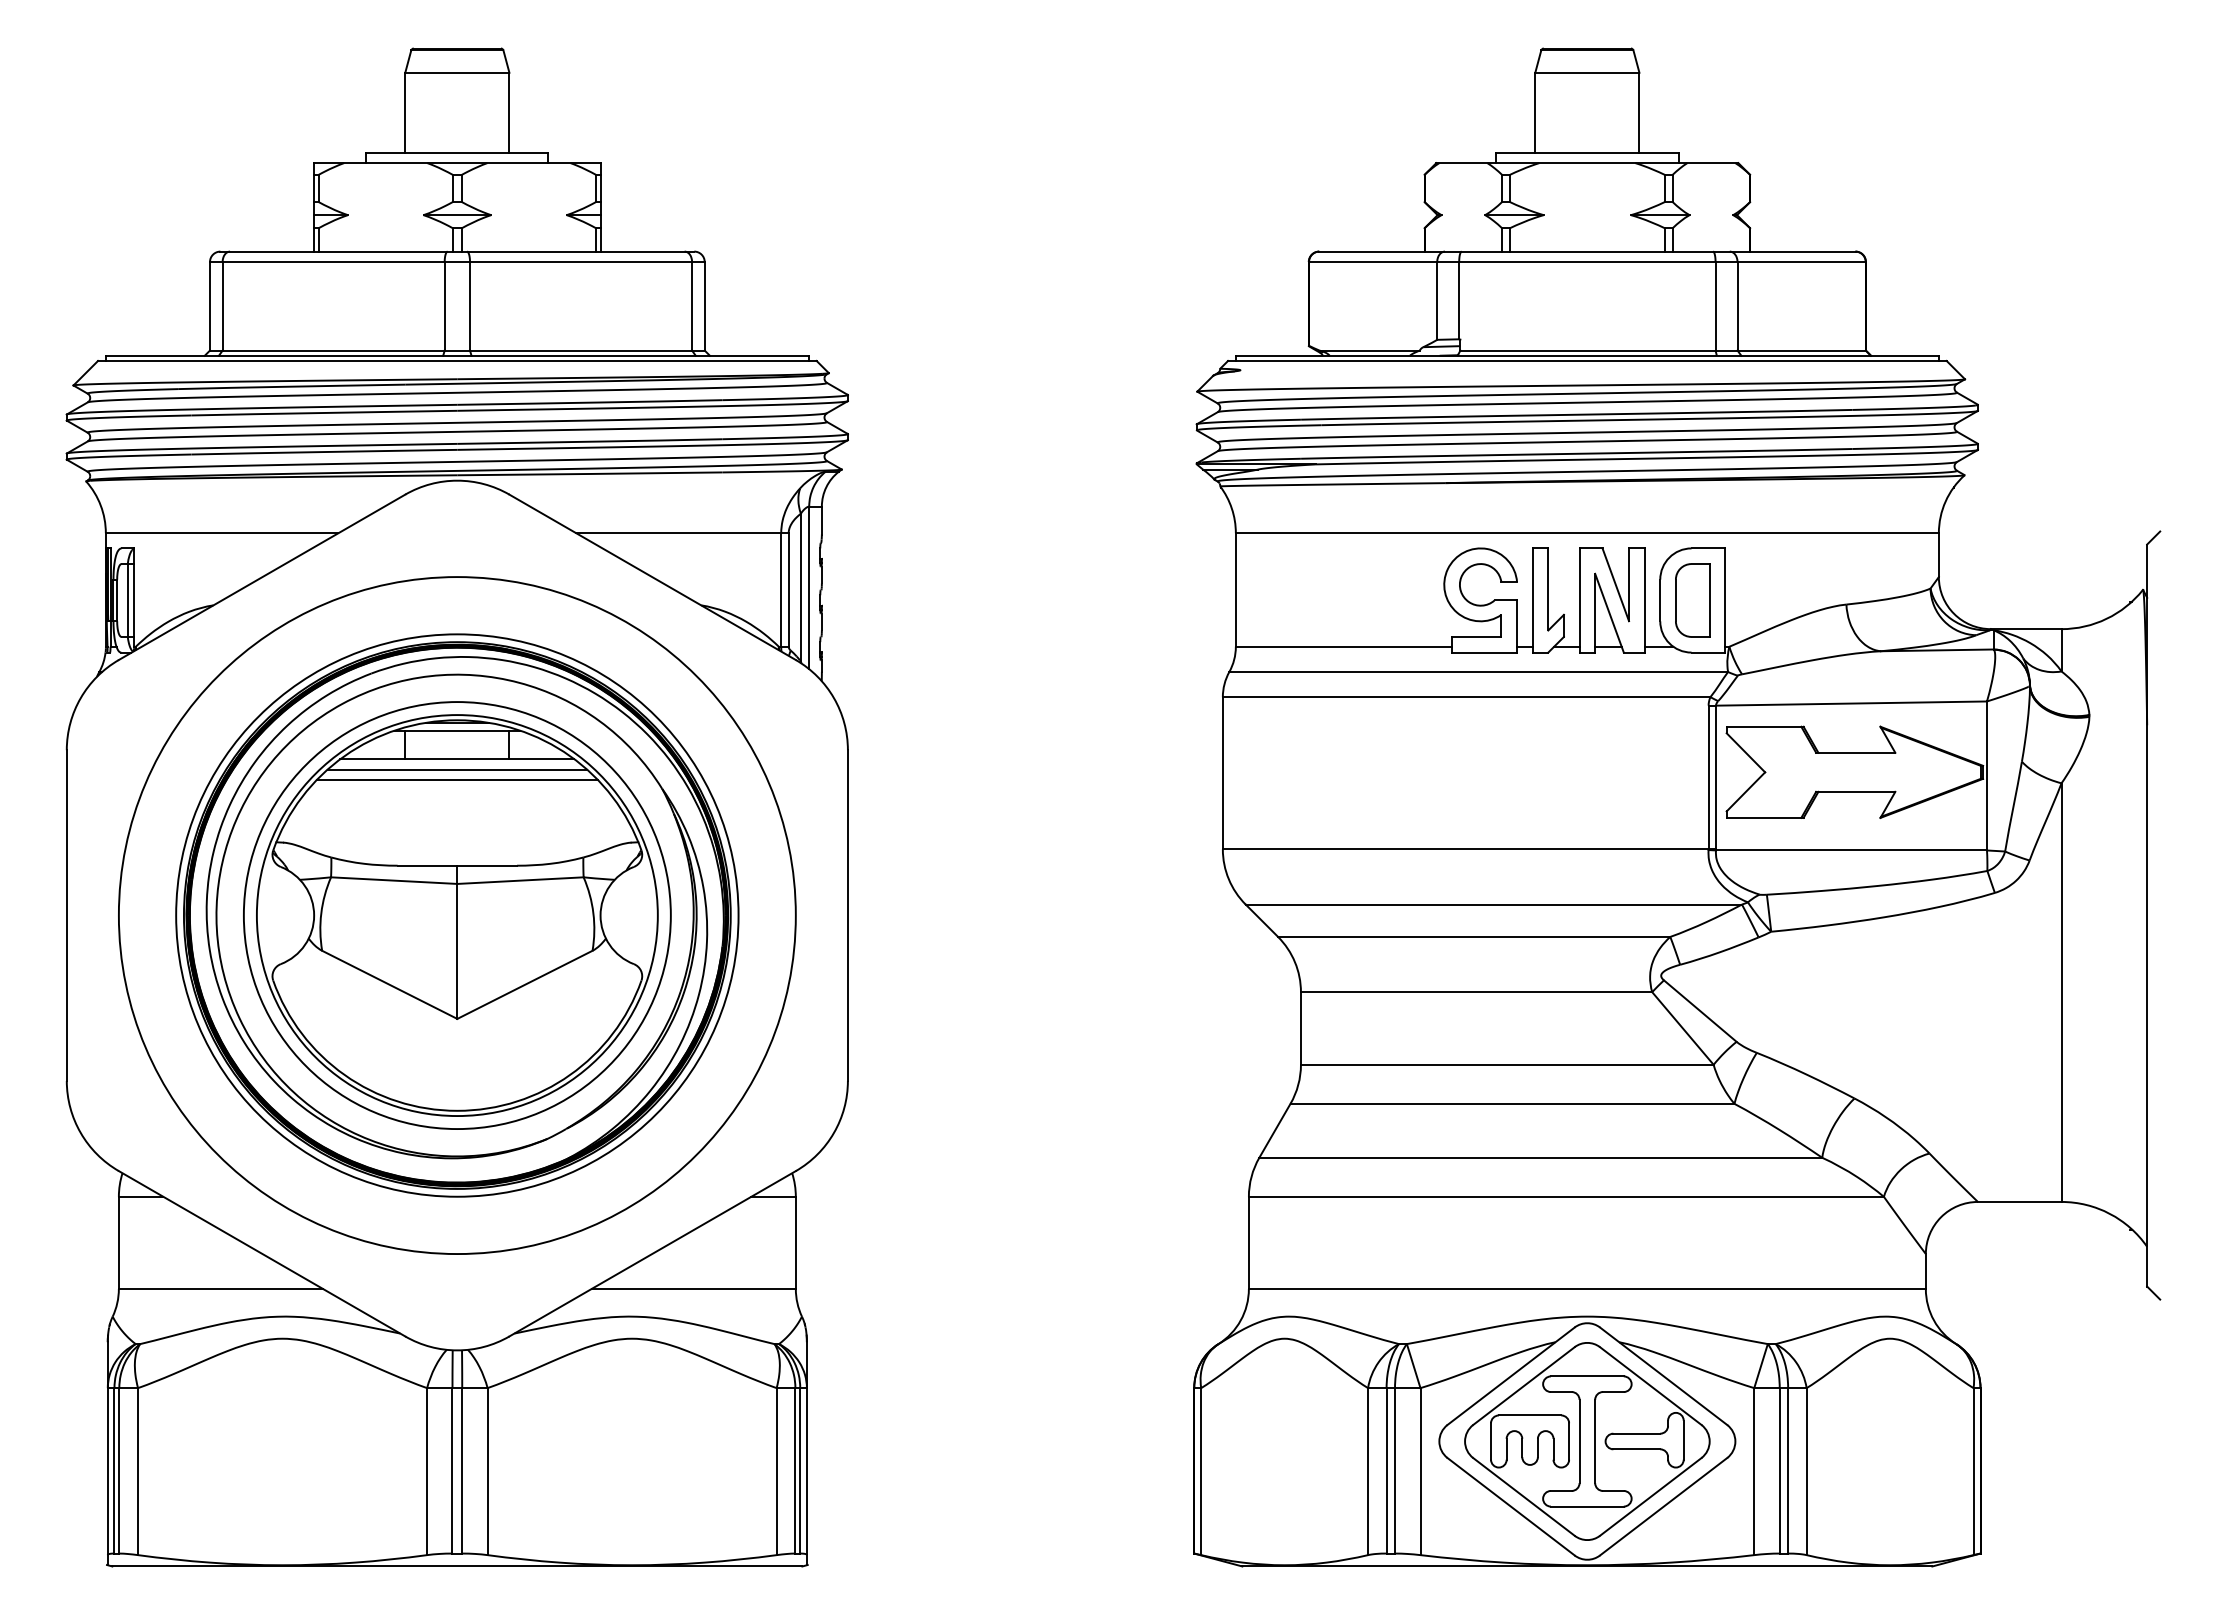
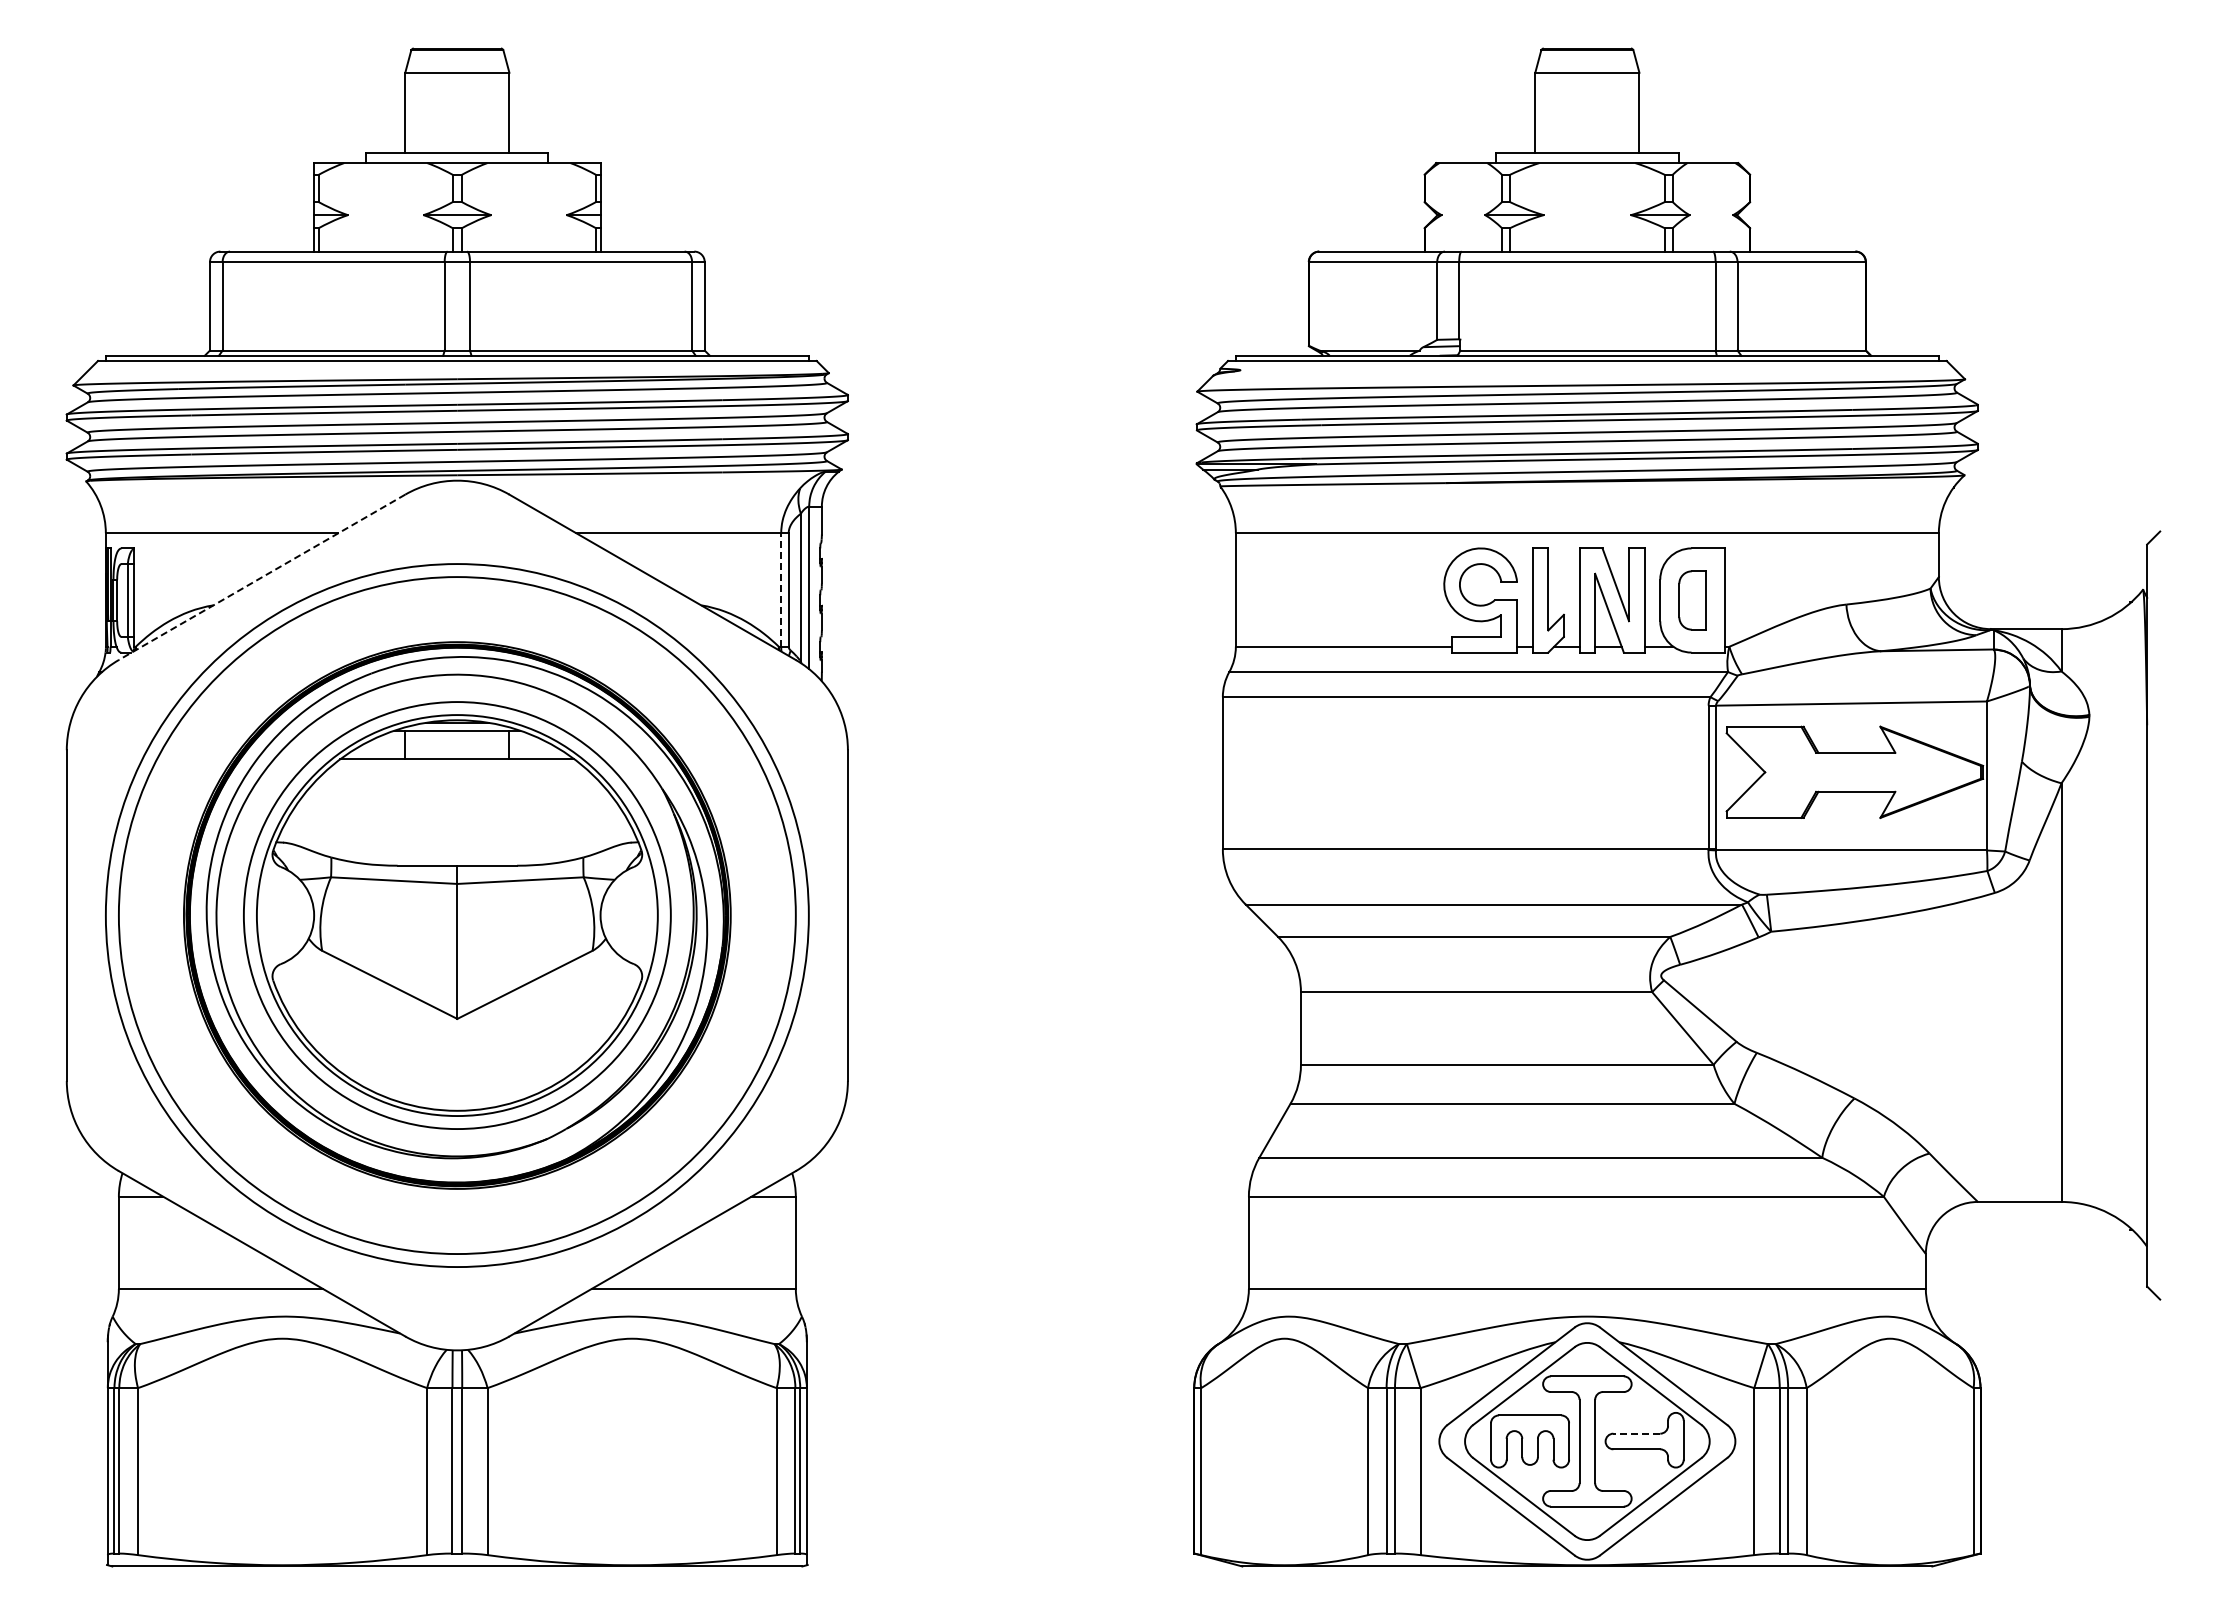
line at (261, 577): solid -> dashed
line at (781, 590): solid -> dashed
part at (1692, 600) size: 36x75 px -> 29x61 px
line at (457, 769): present -> none
line at (456, 780): present -> none
circle at (457, 915) diameter: 562 px -> 703 px
line at (1636, 1433): solid -> dashed
